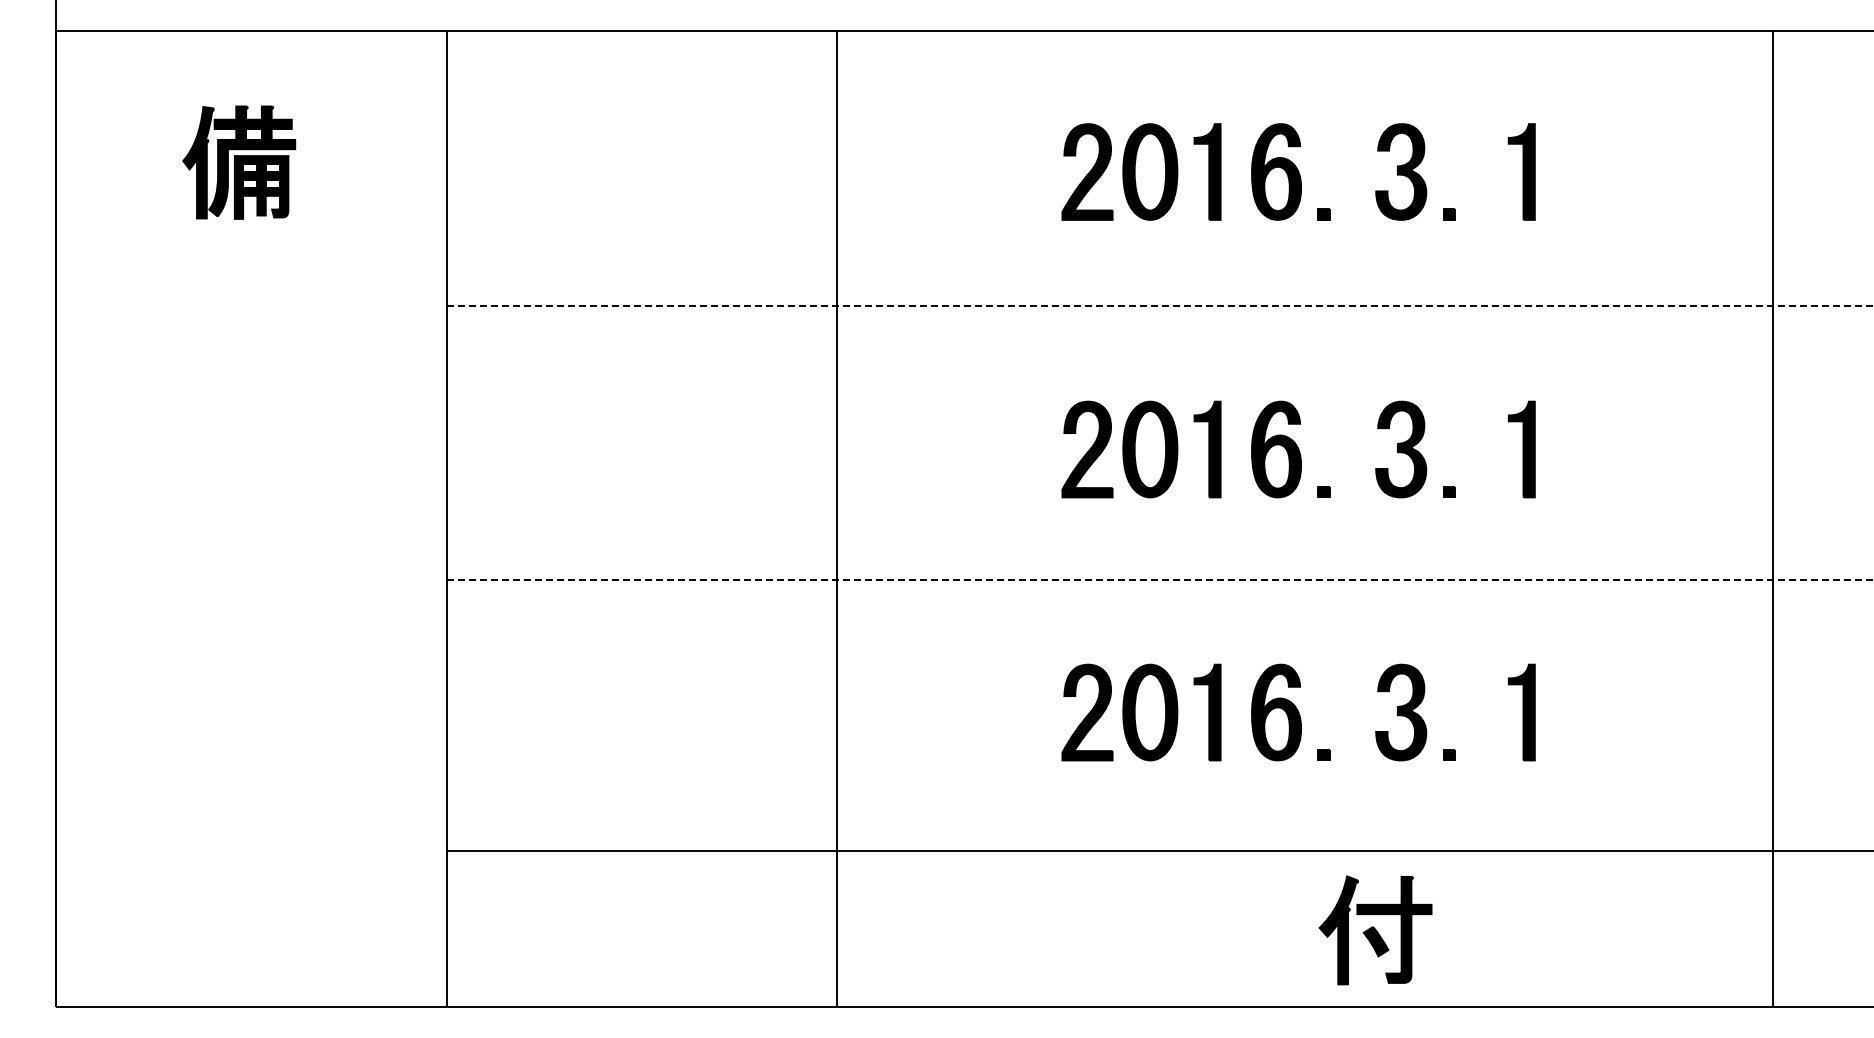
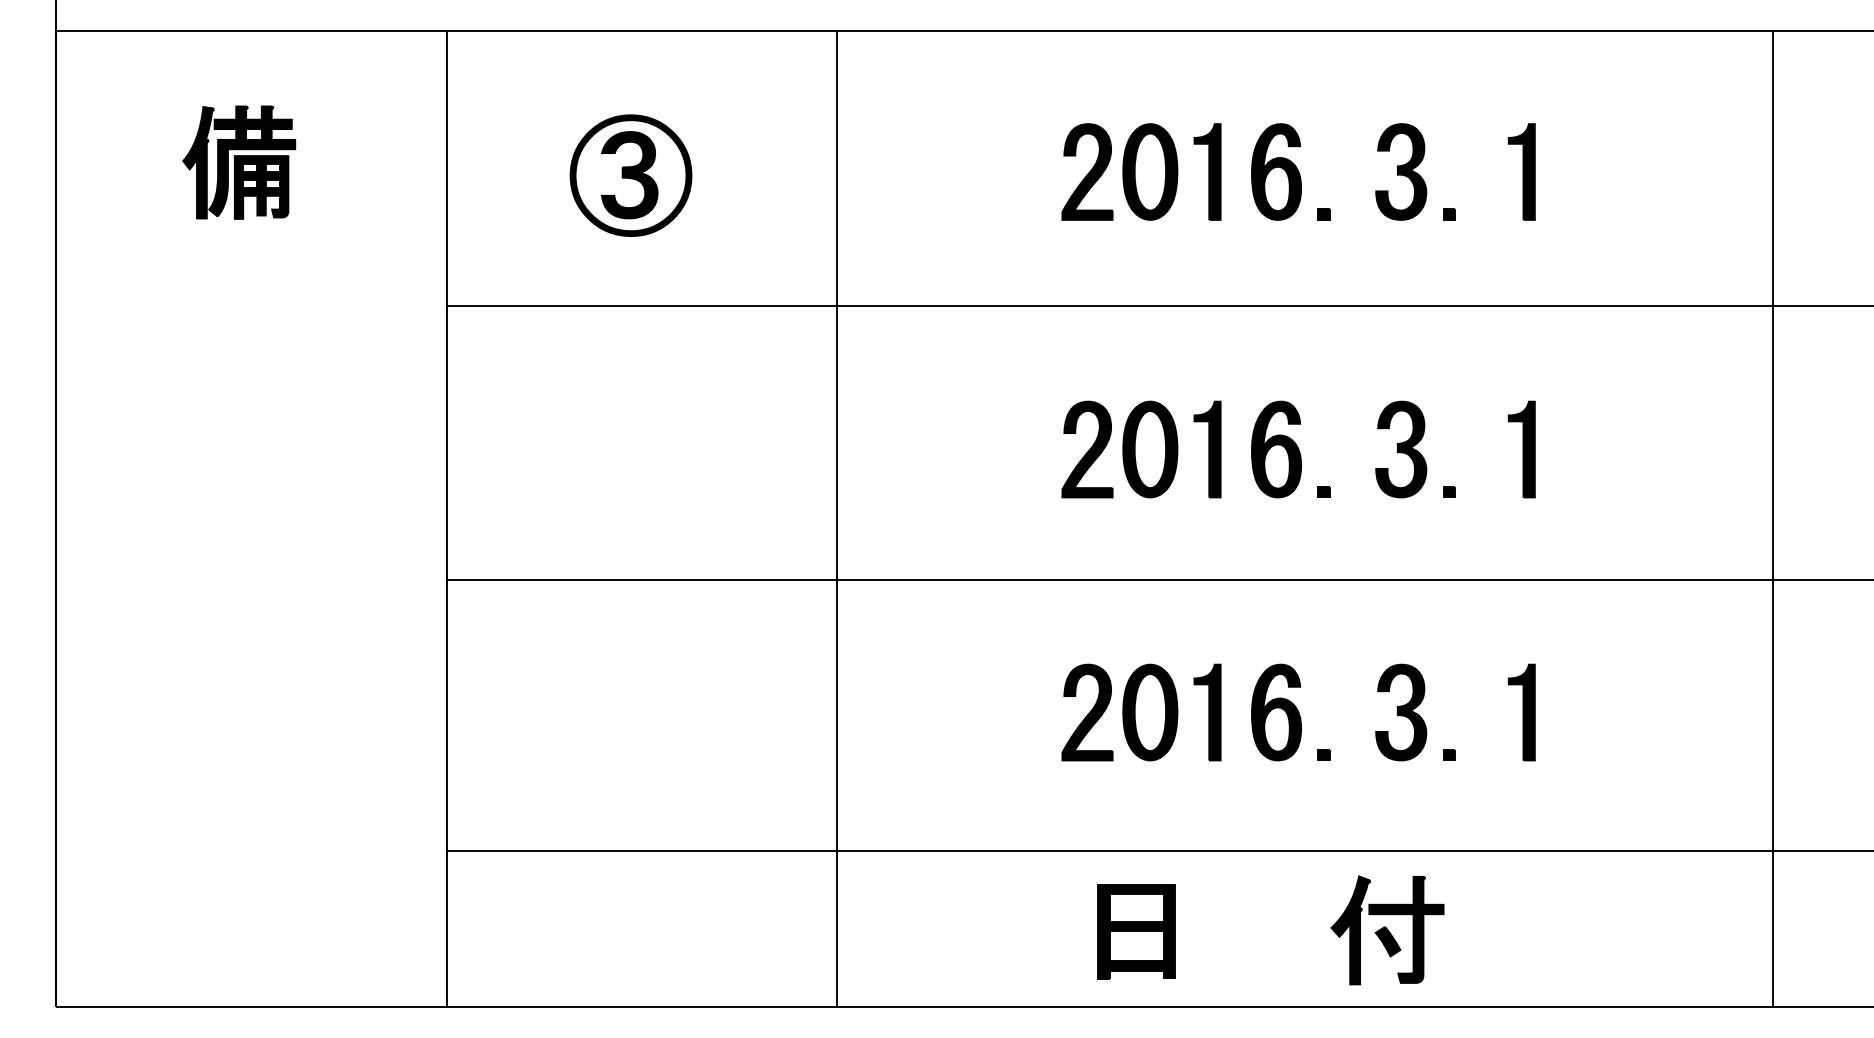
part at (630, 175): none -> present
line at (1160, 305): dashed -> solid
line at (1160, 580): dashed -> solid
part at (1375, 930) position: (1375, 930) -> (1387, 930)
part at (1136, 931): none -> present
